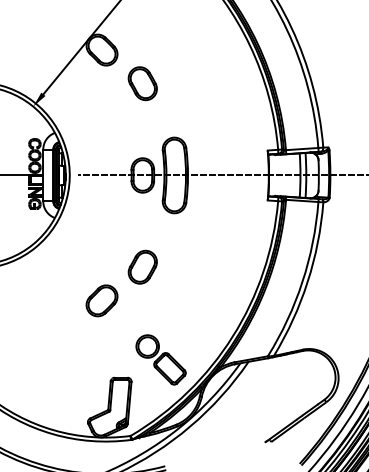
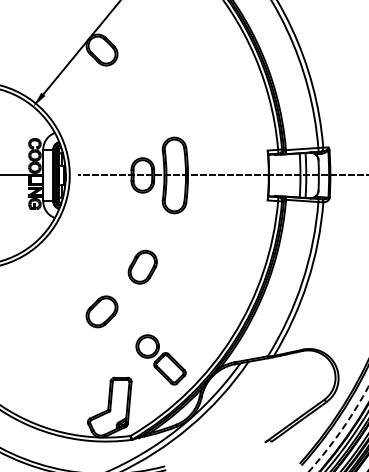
part at (142, 83): present -> none
part at (101, 300) position: (101, 300) -> (101, 311)
arc at (341, 429): solid -> dashed
